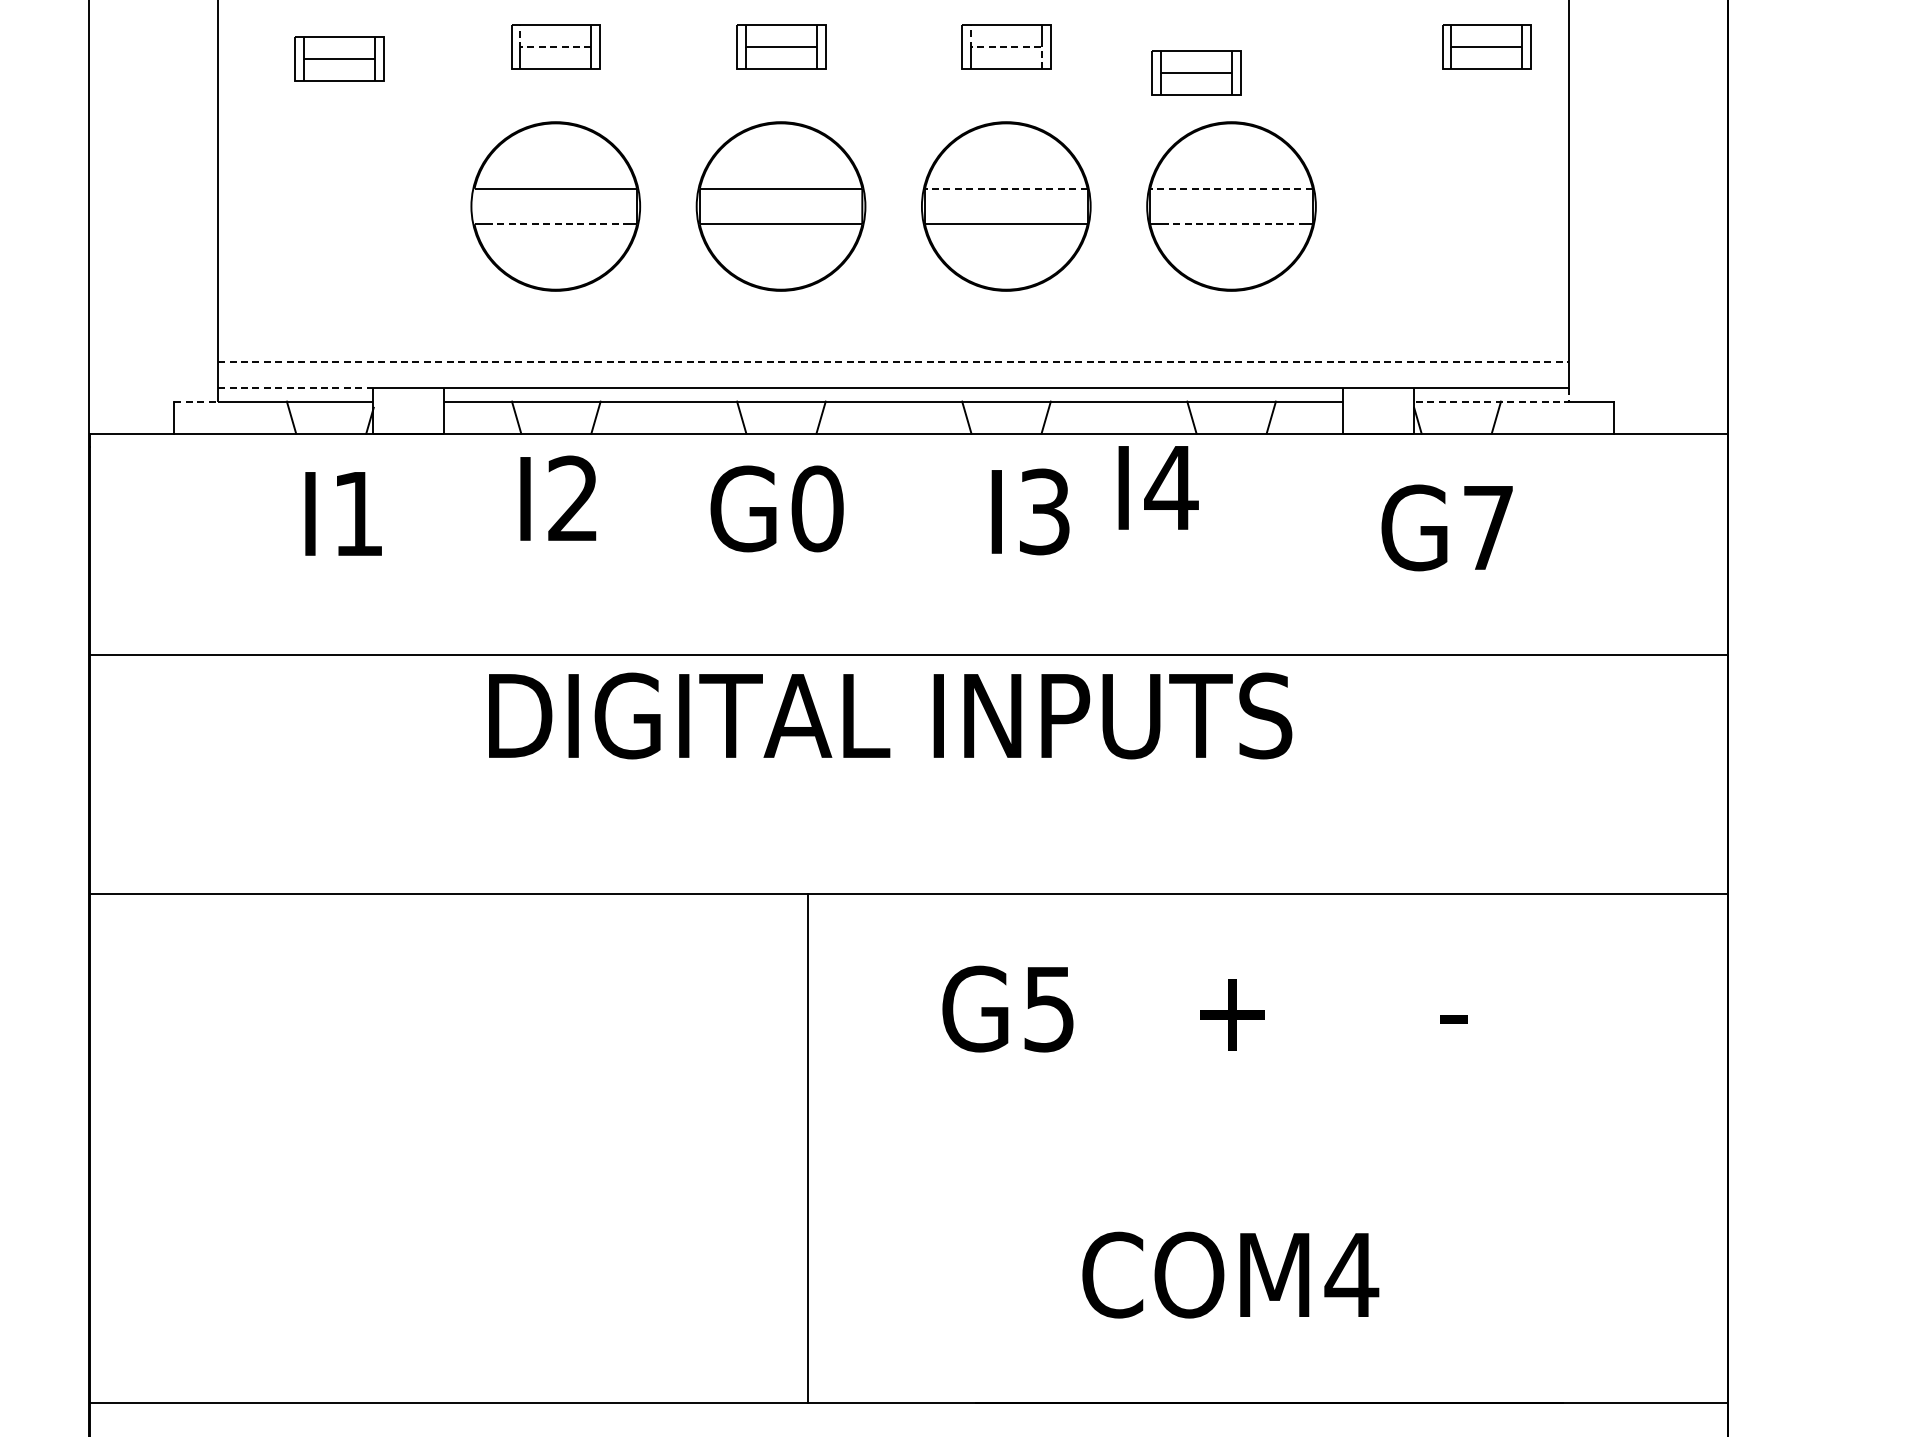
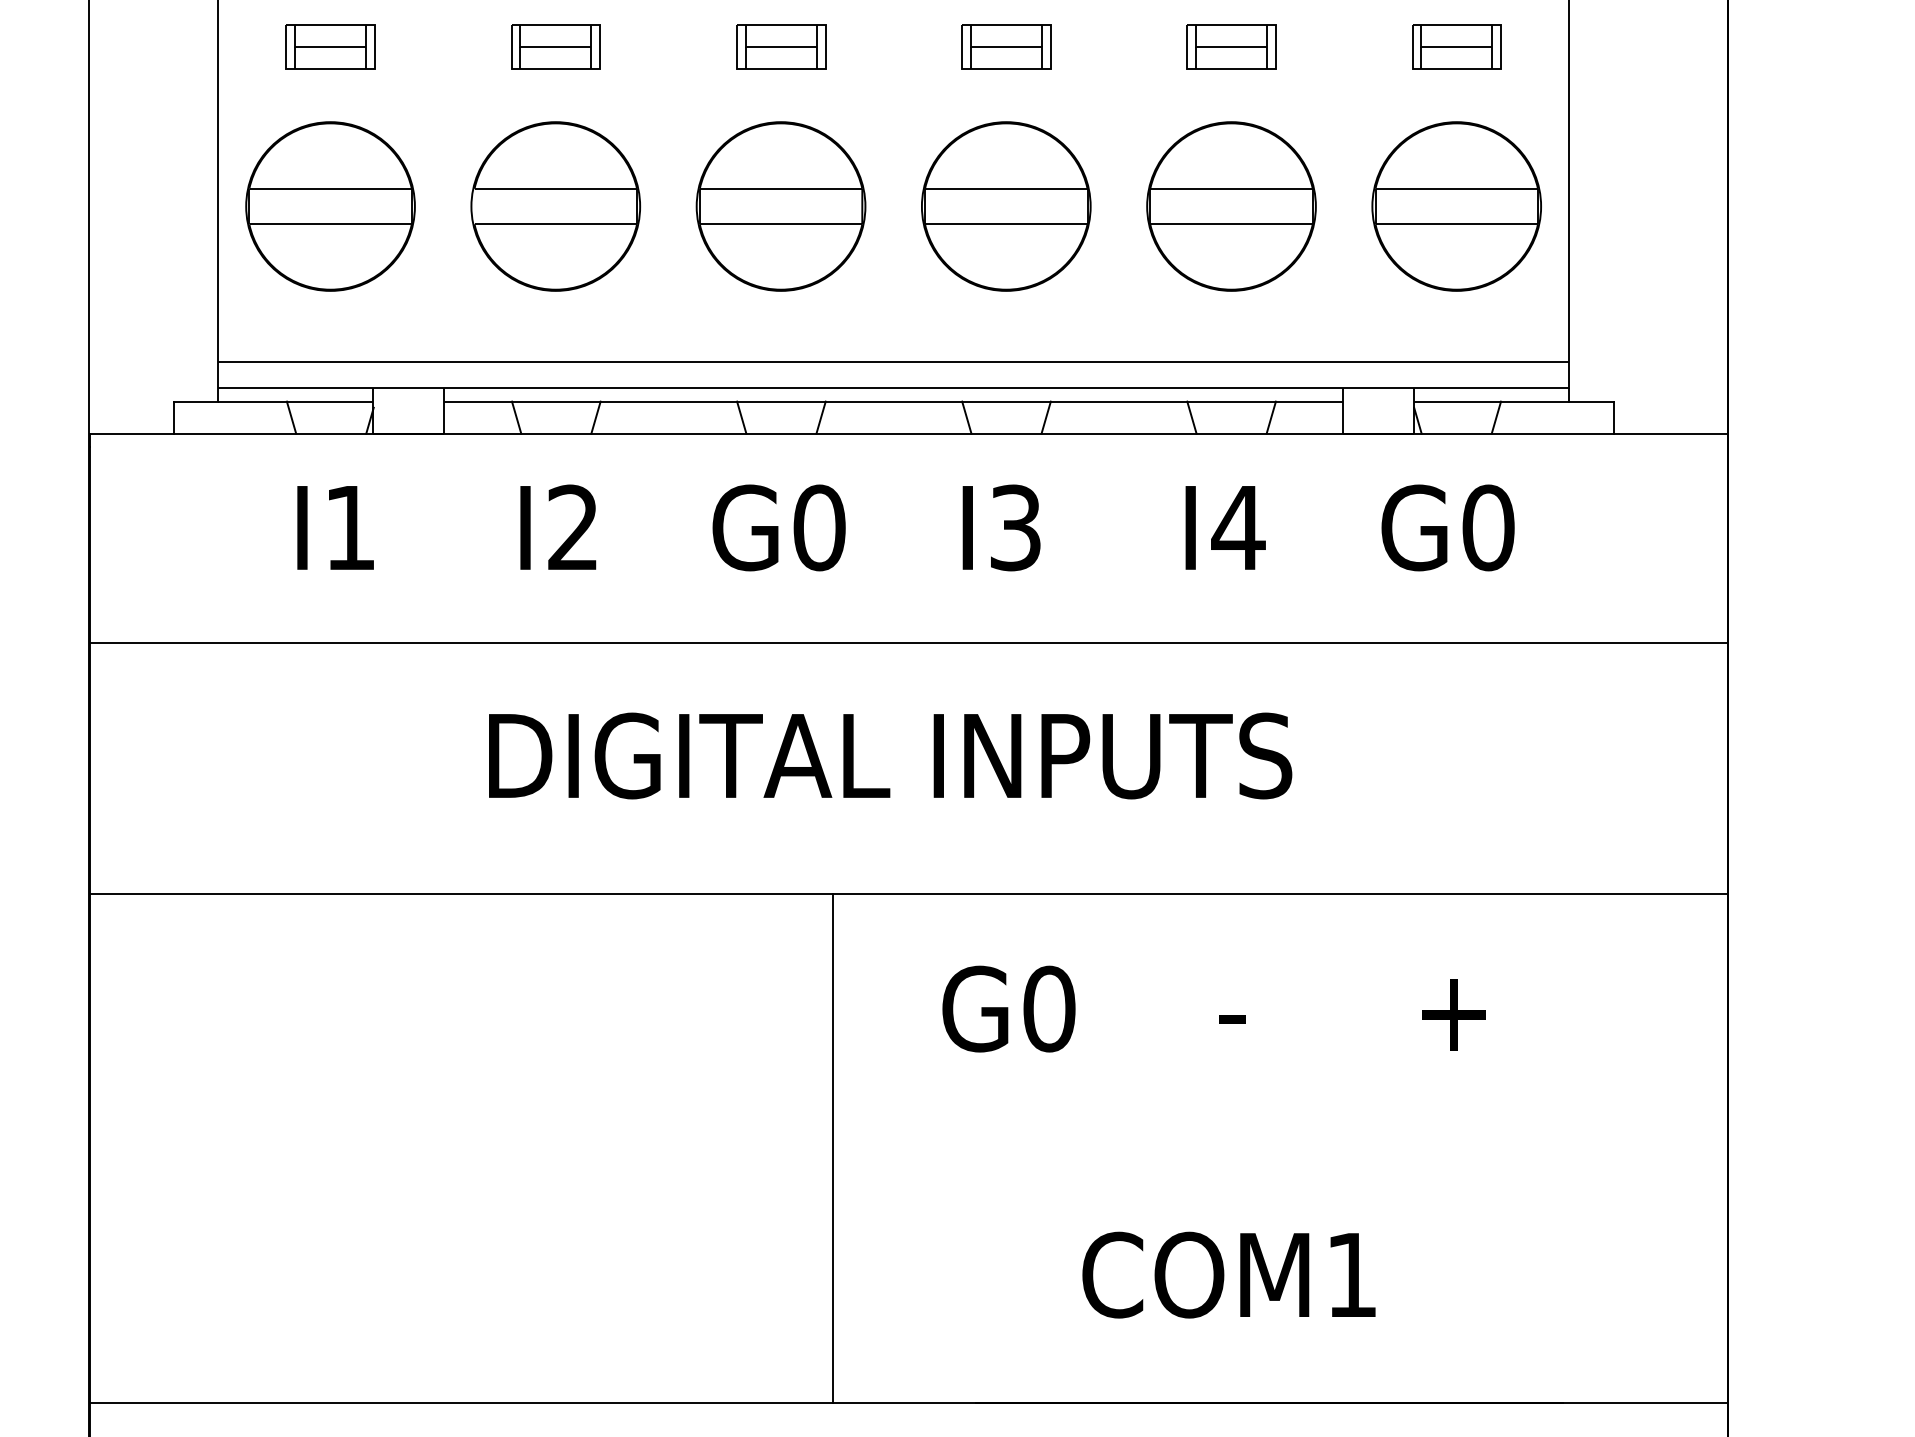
line at (543, 46): dashed -> solid
line at (1005, 46): dashed -> solid
part at (1486, 46) position: (1486, 46) -> (1456, 46)
part at (339, 58) position: (339, 58) -> (330, 46)
part at (1196, 72) position: (1196, 72) -> (1231, 46)
line at (1006, 188): dashed -> solid
line at (1231, 188): dashed -> solid
part at (330, 206): none -> present
part at (1456, 206): none -> present
line at (555, 224): dashed -> solid
line at (1231, 224): dashed -> solid
line at (893, 361): dashed -> solid
line at (295, 388): dashed -> solid
line at (196, 401): dashed -> solid
line at (1499, 401): dashed -> solid
text at (1158, 487) position: (1158, 487) -> (1225, 527)
text at (558, 497) position: (558, 497) -> (558, 526)
text at (776, 508) position: (776, 508) -> (778, 527)
text at (1030, 511) position: (1030, 511) -> (1001, 527)
text at (343, 513) position: (343, 513) -> (335, 527)
text at (1488, 527): G7 -> G0
line at (908, 654) position: (908, 654) -> (908, 642)
text at (890, 715) position: (890, 715) -> (890, 755)
text at (1049, 1008): G5 -> G0
text at (1232, 1014): + -> -
text at (1453, 1014): - -> +
line at (807, 1148) position: (807, 1148) -> (832, 1148)
text at (1351, 1274): COM4 -> COM1
